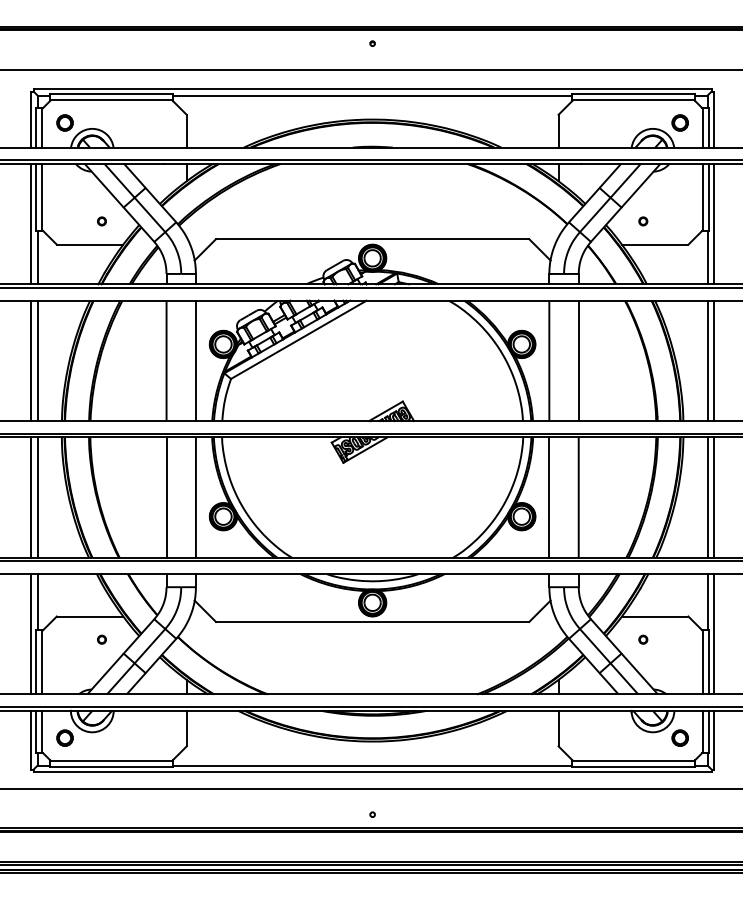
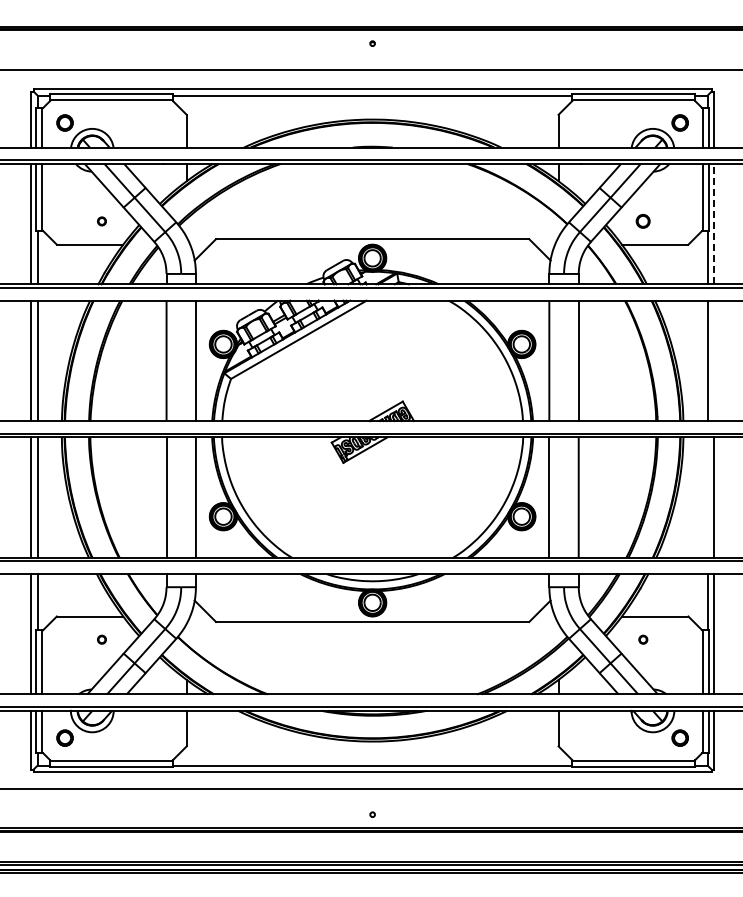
part at (643, 221) size: 11x11 px -> 16x15 px
line at (714, 223): solid -> dashed
line at (714, 360): present -> none
line at (707, 497): present -> none
